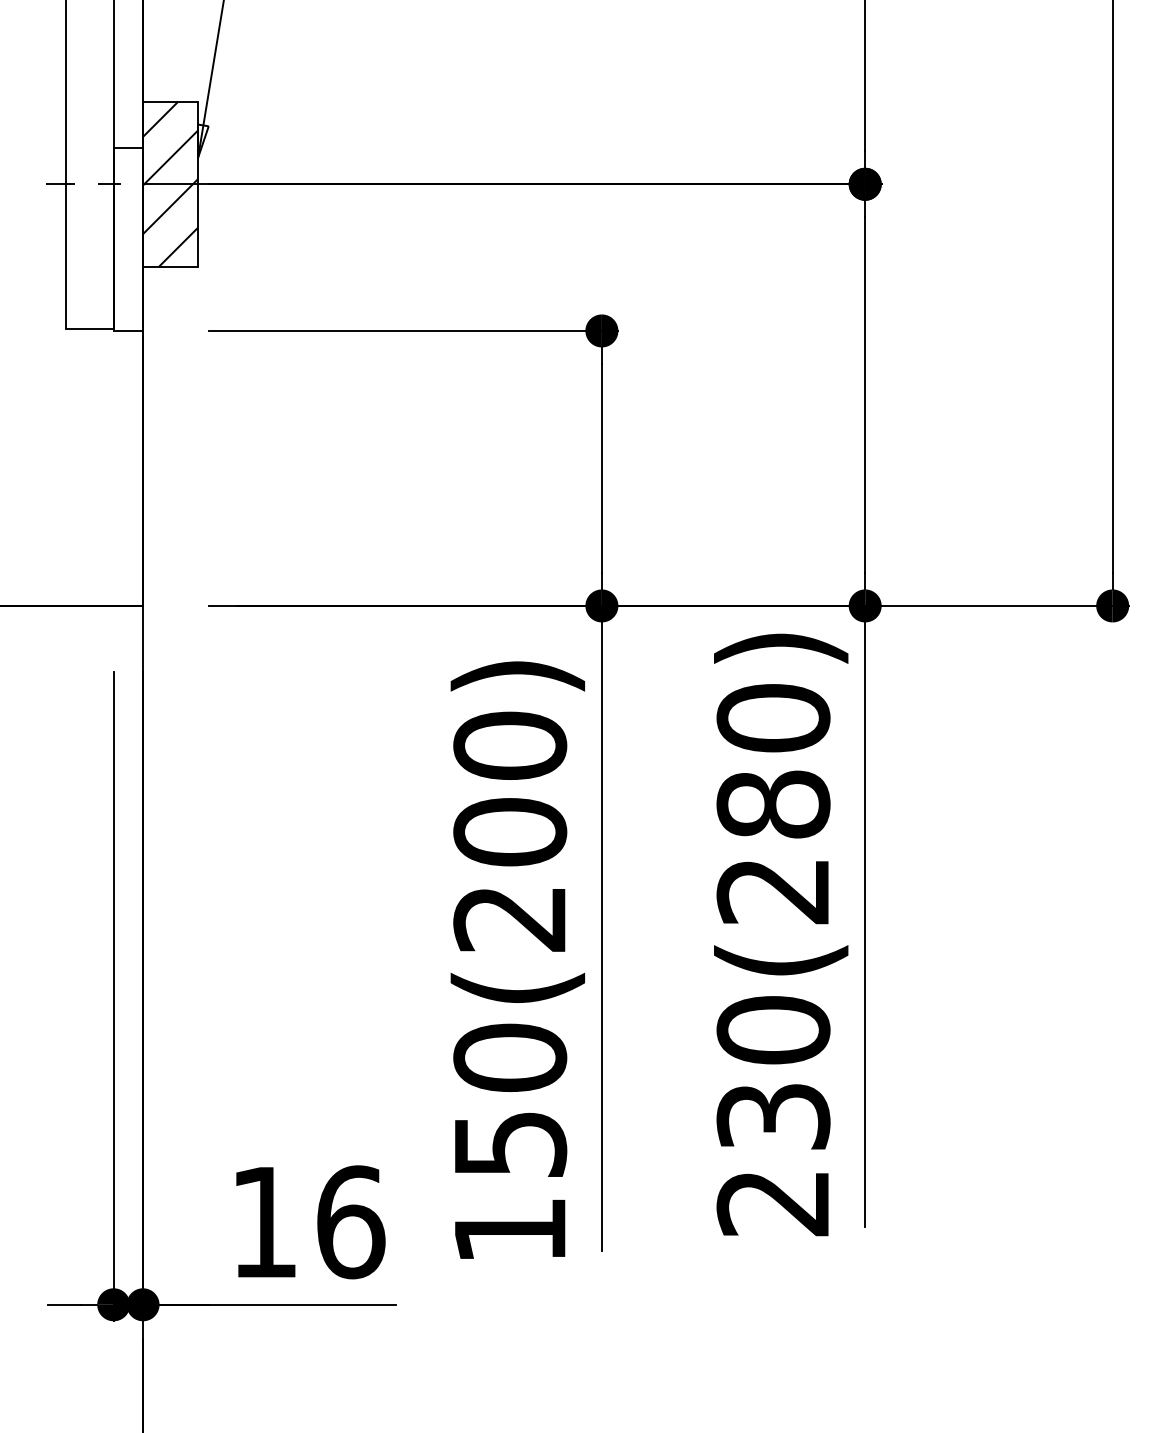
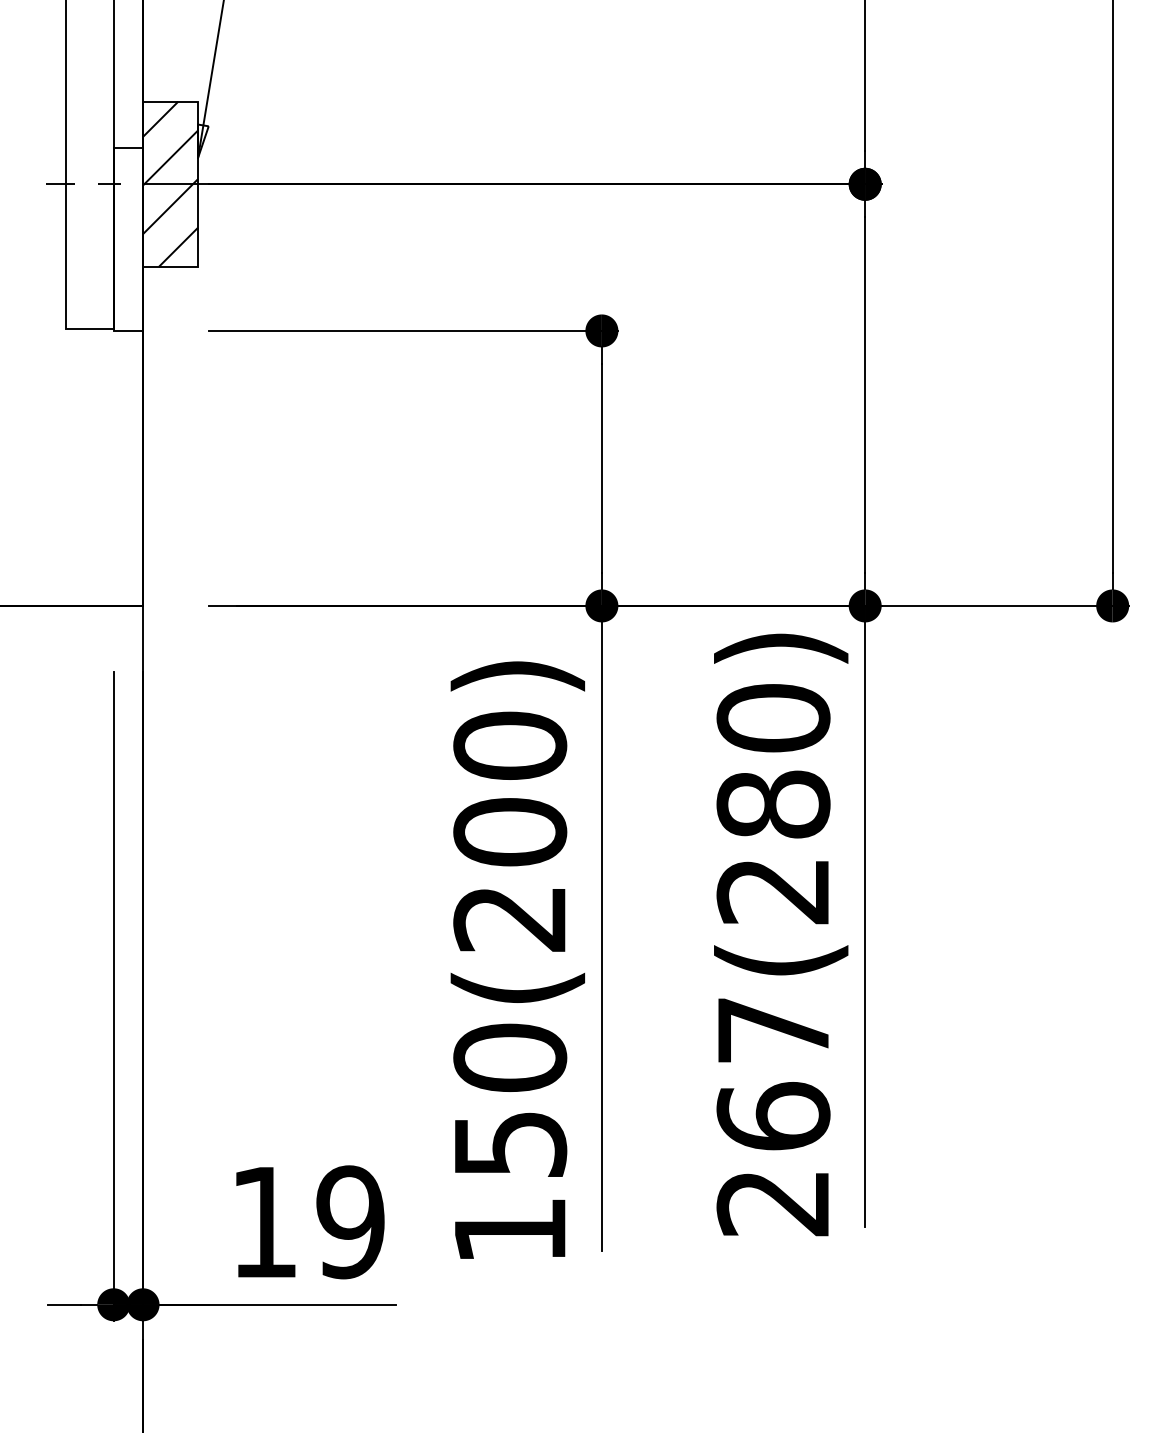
text at (773, 1073): 230(280) -> 267(280)
text at (350, 1222): 16 -> 19
